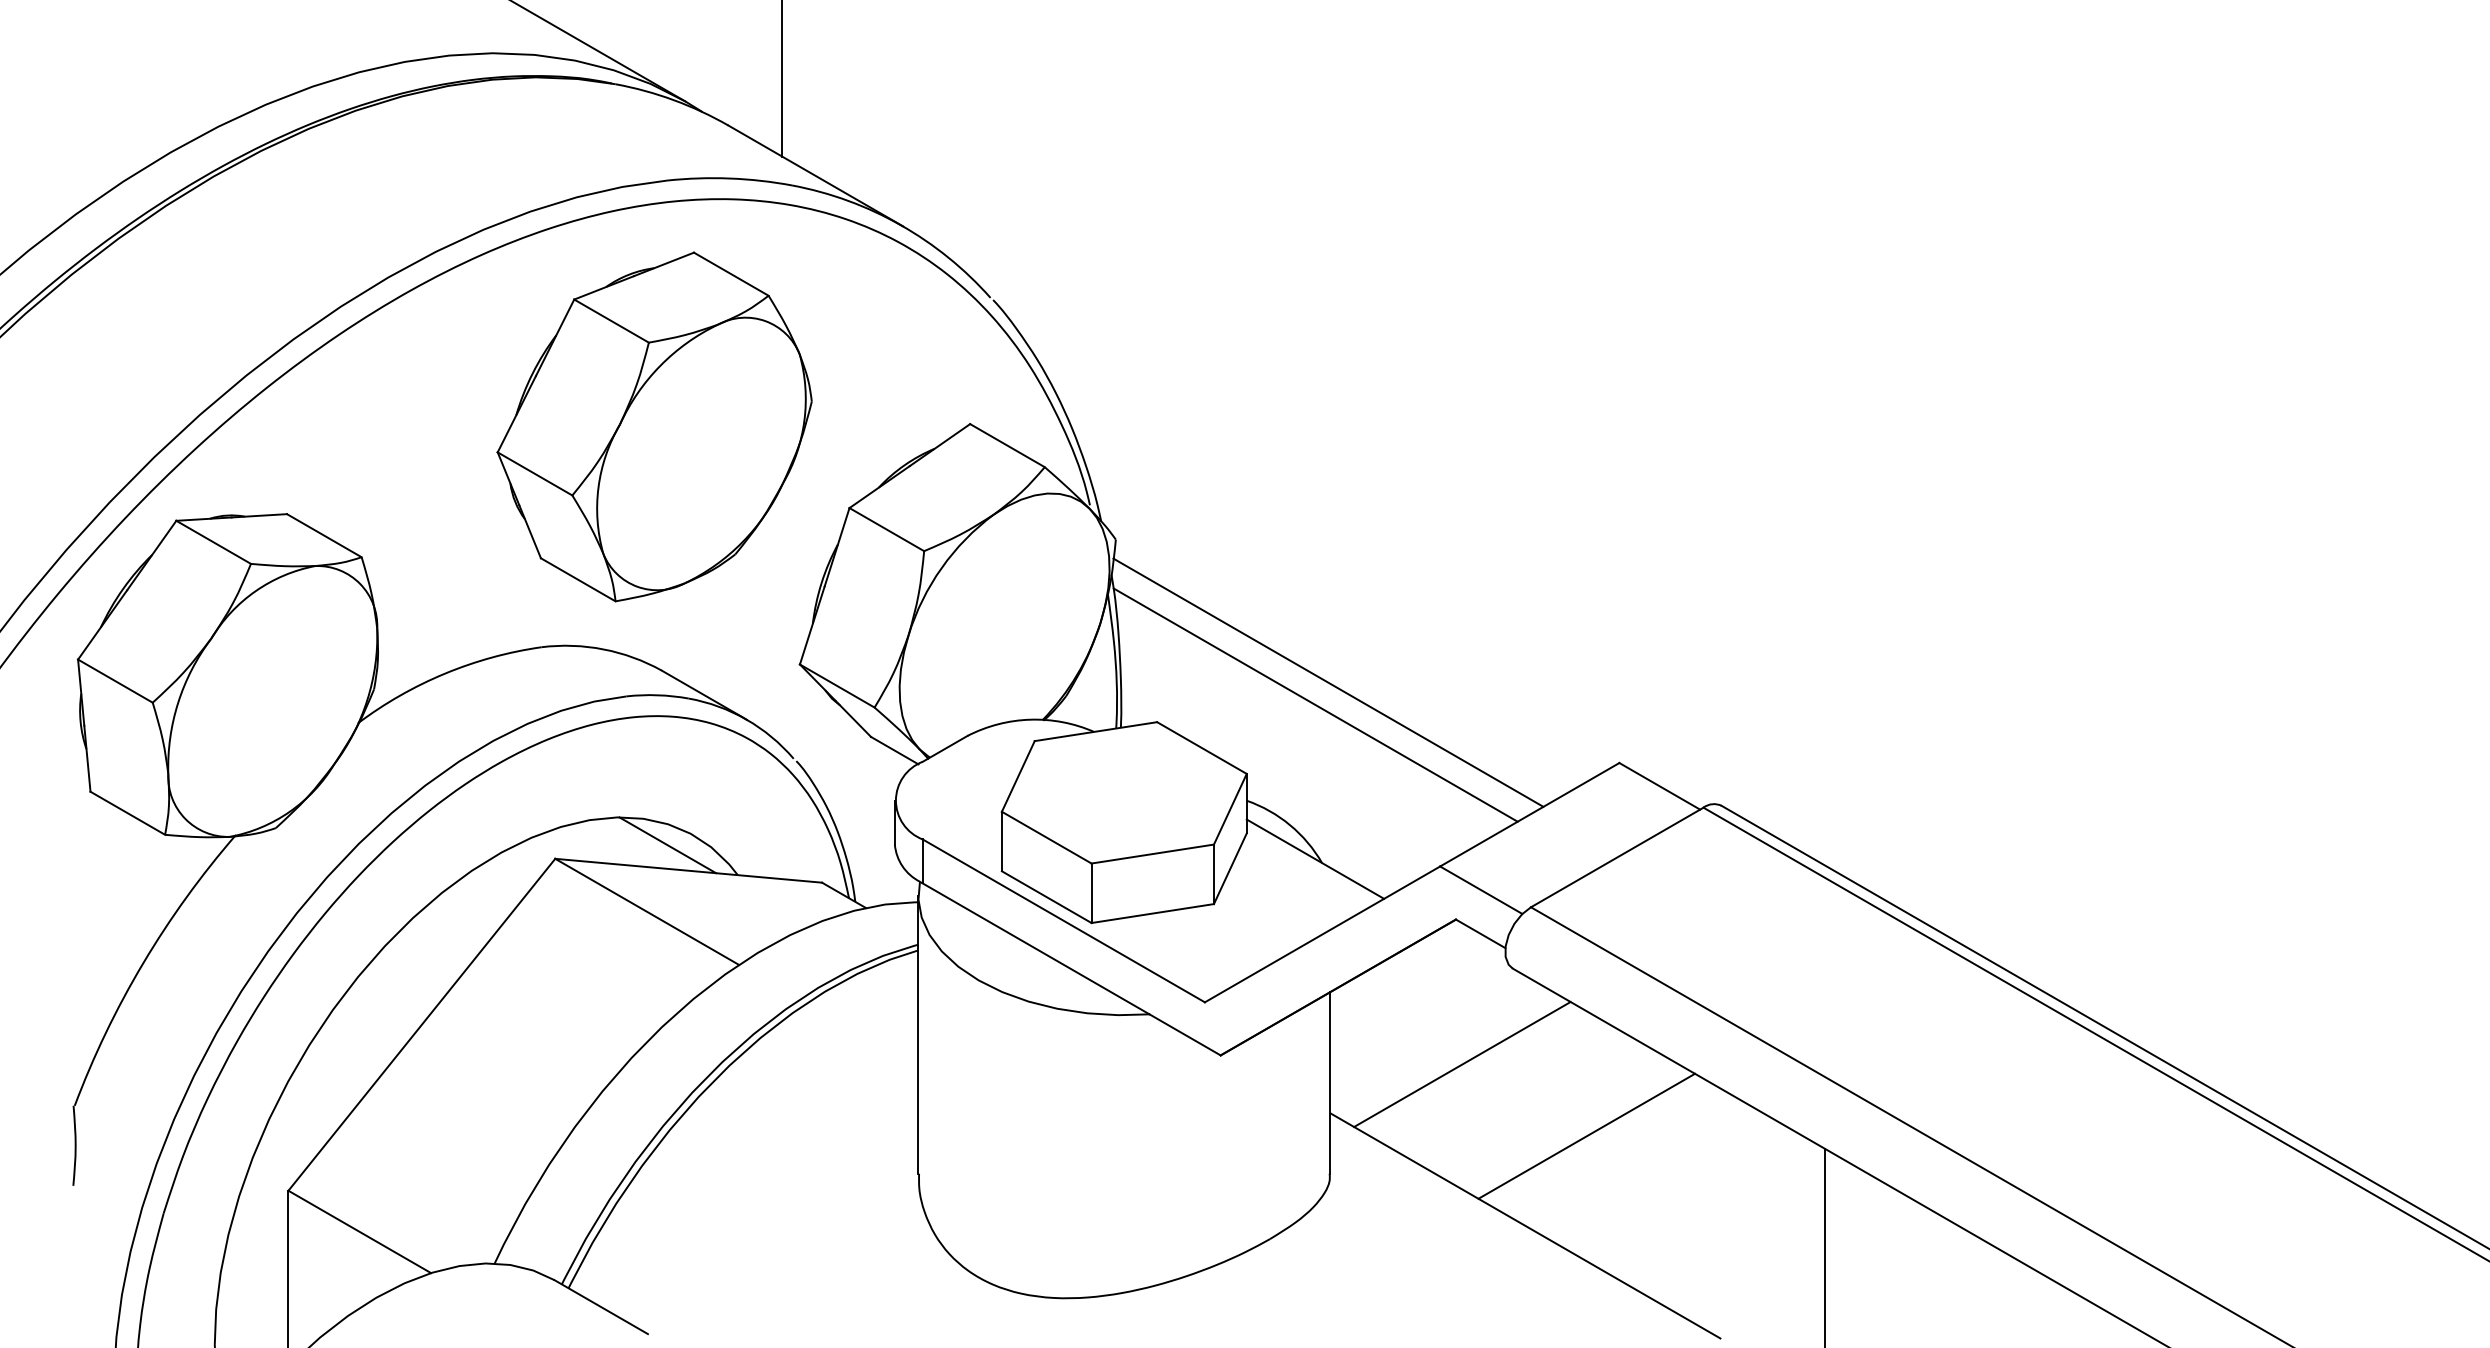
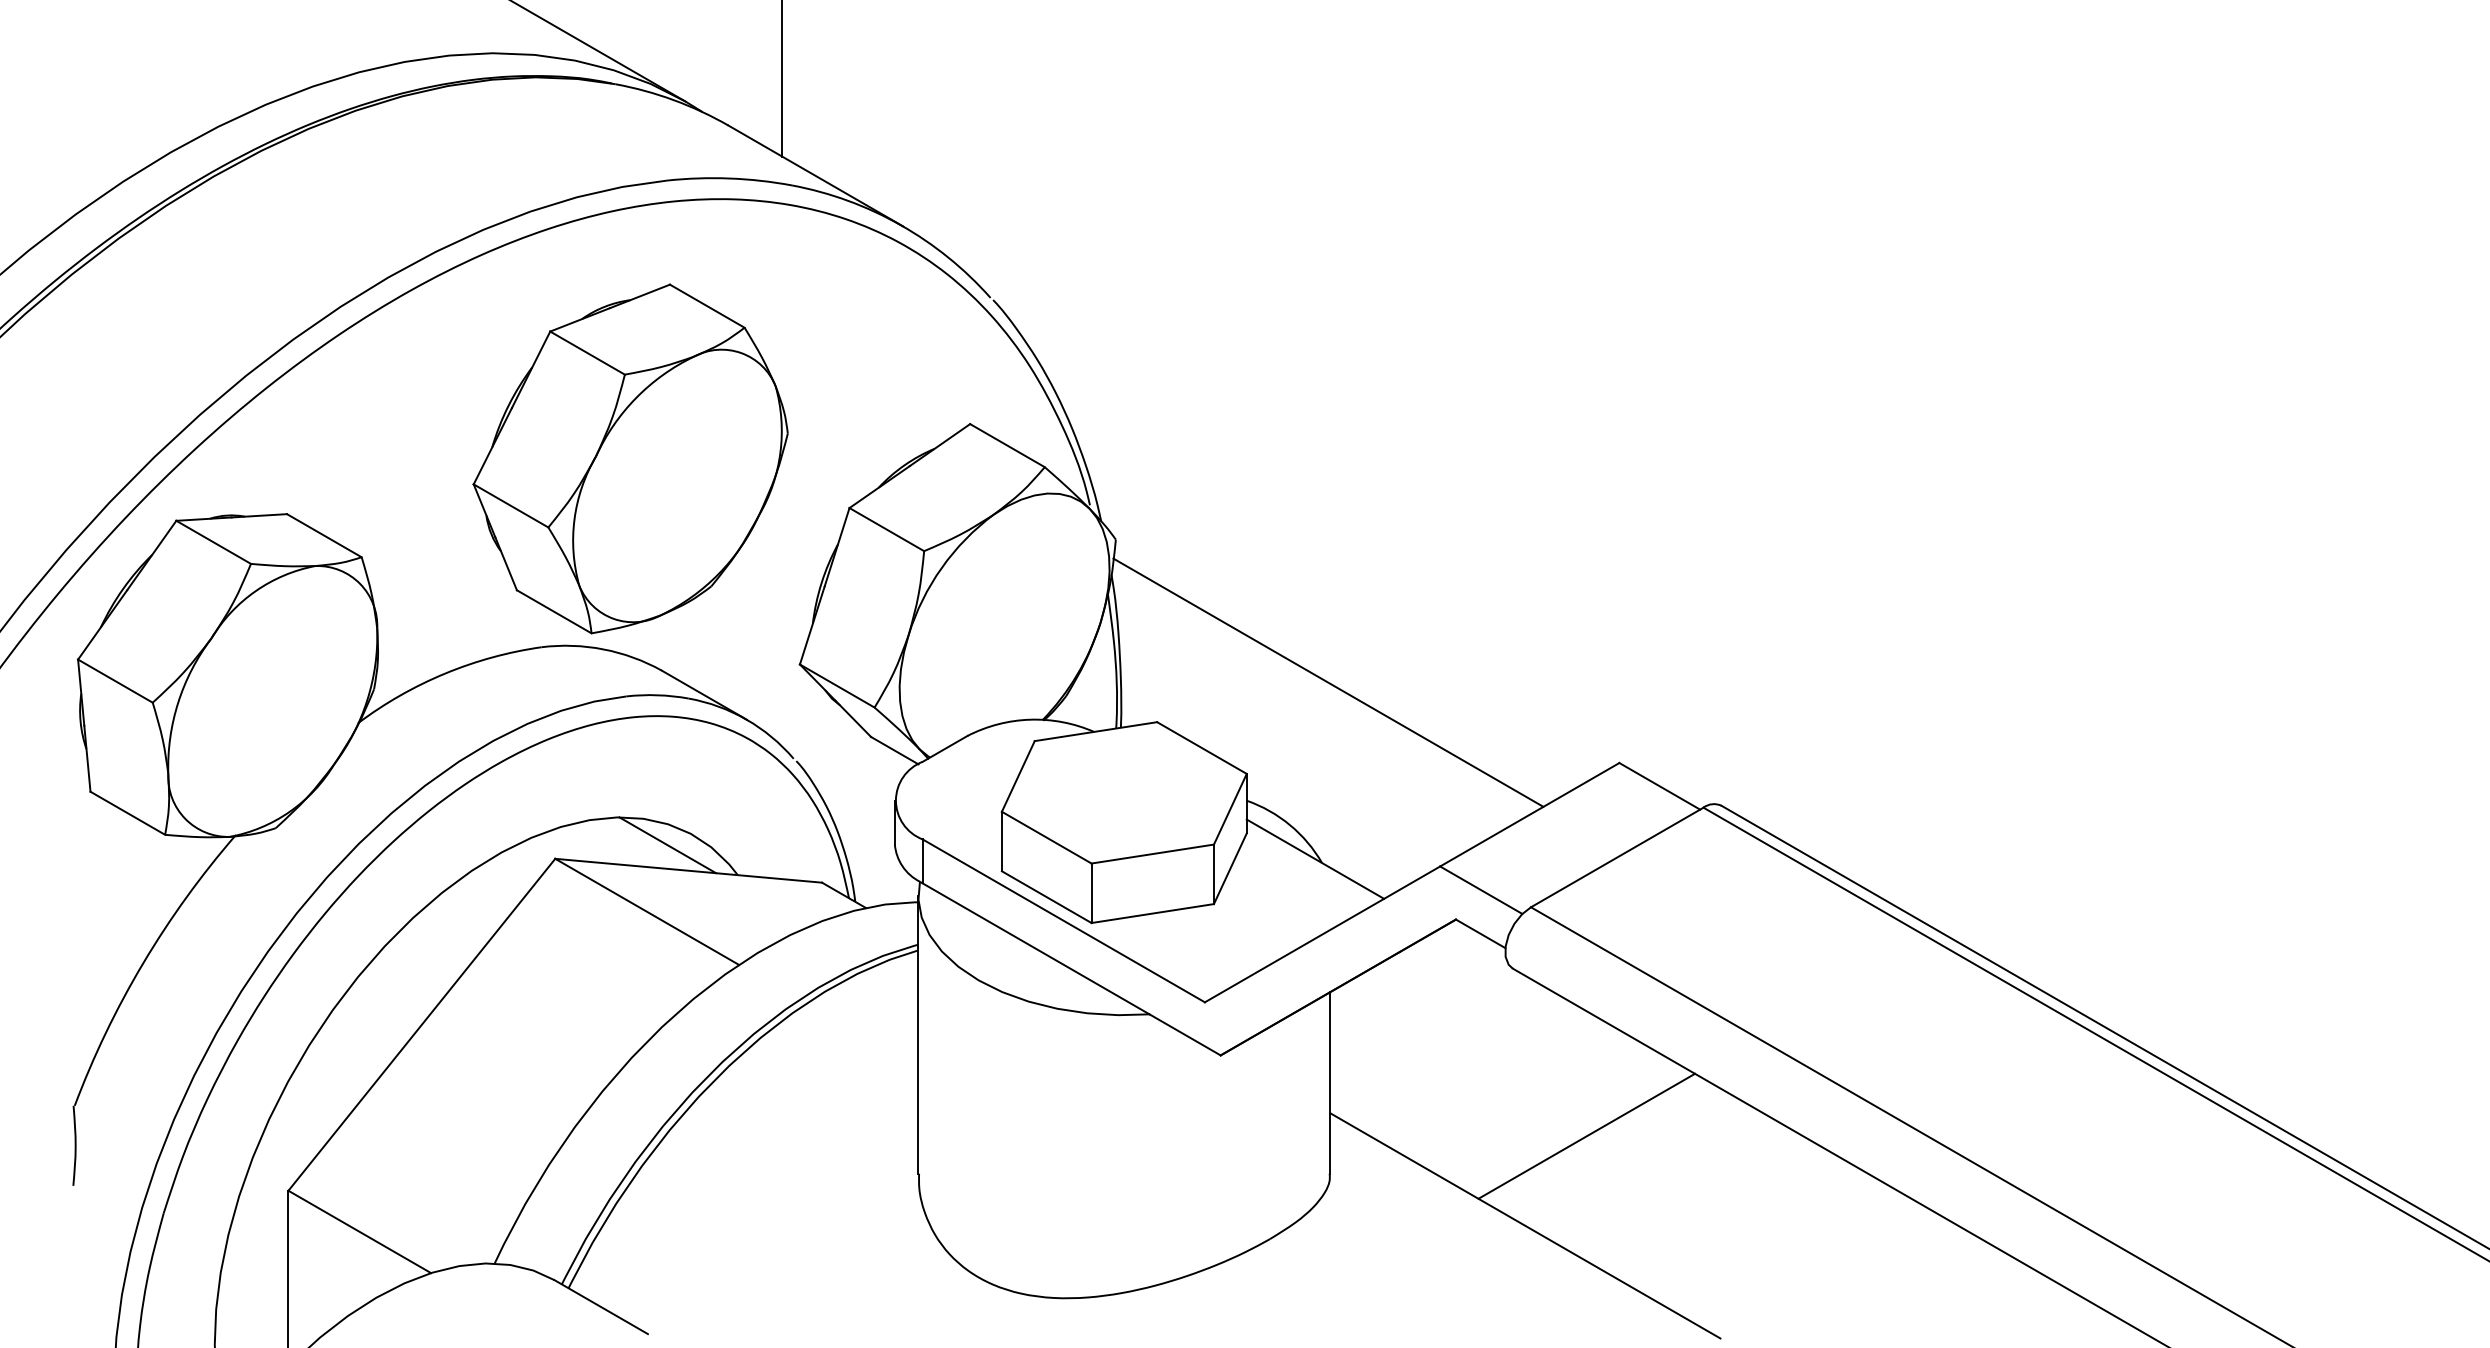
part at (654, 426) position: (654, 426) -> (630, 458)
line at (1315, 704): present -> none
line at (1462, 1064): present -> none
line at (1824, 1246): present -> none
